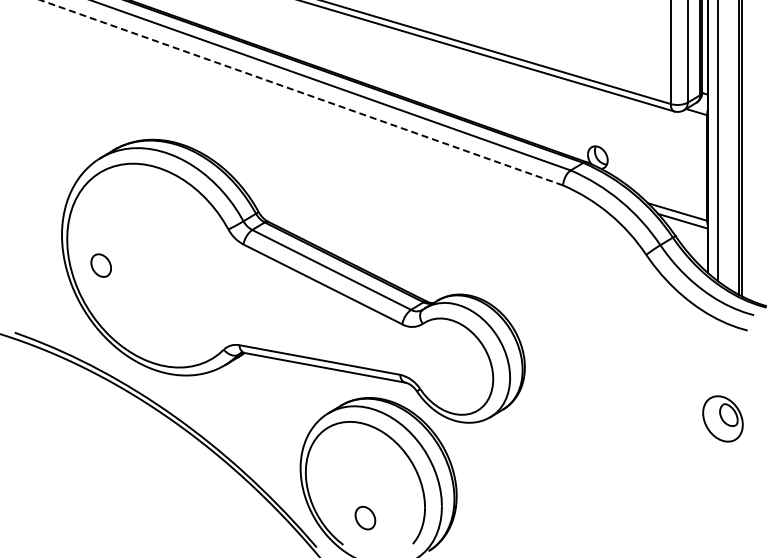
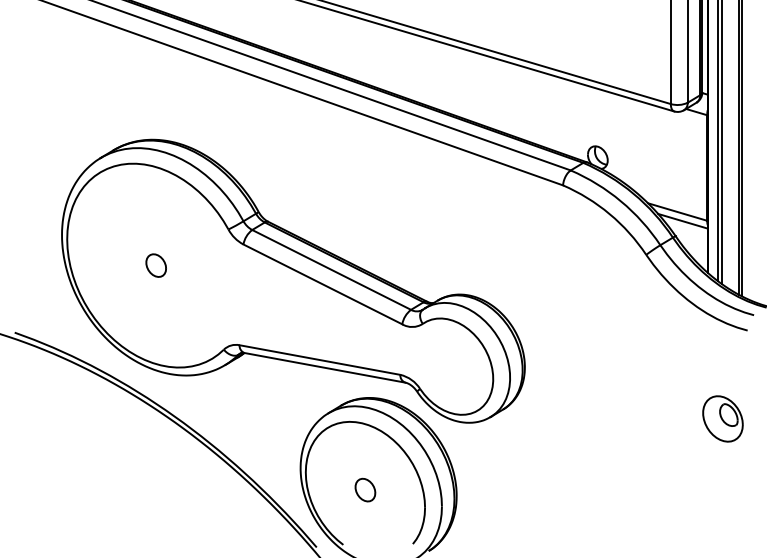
line at (301, 92): dashed -> solid
line at (722, 143): none -> present
part at (100, 265) position: (100, 265) -> (155, 265)
part at (365, 517) position: (365, 517) -> (365, 489)
